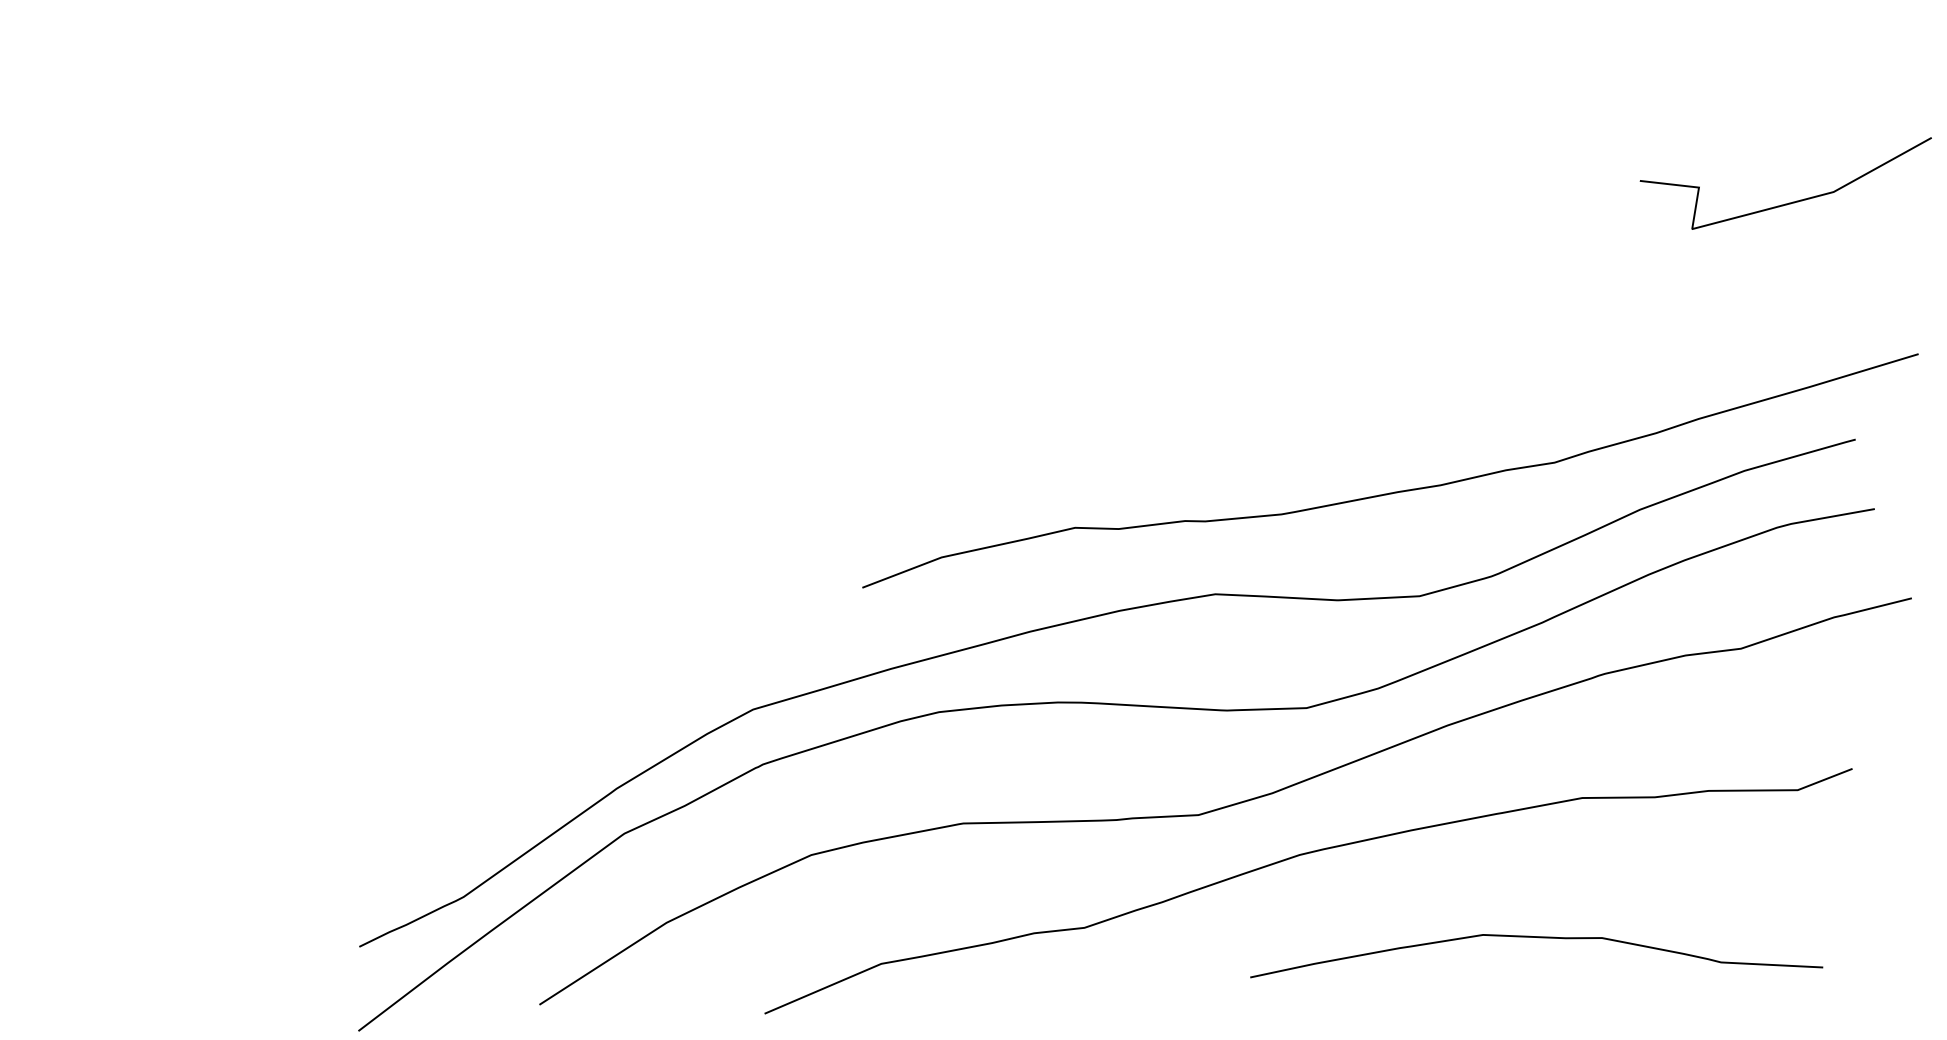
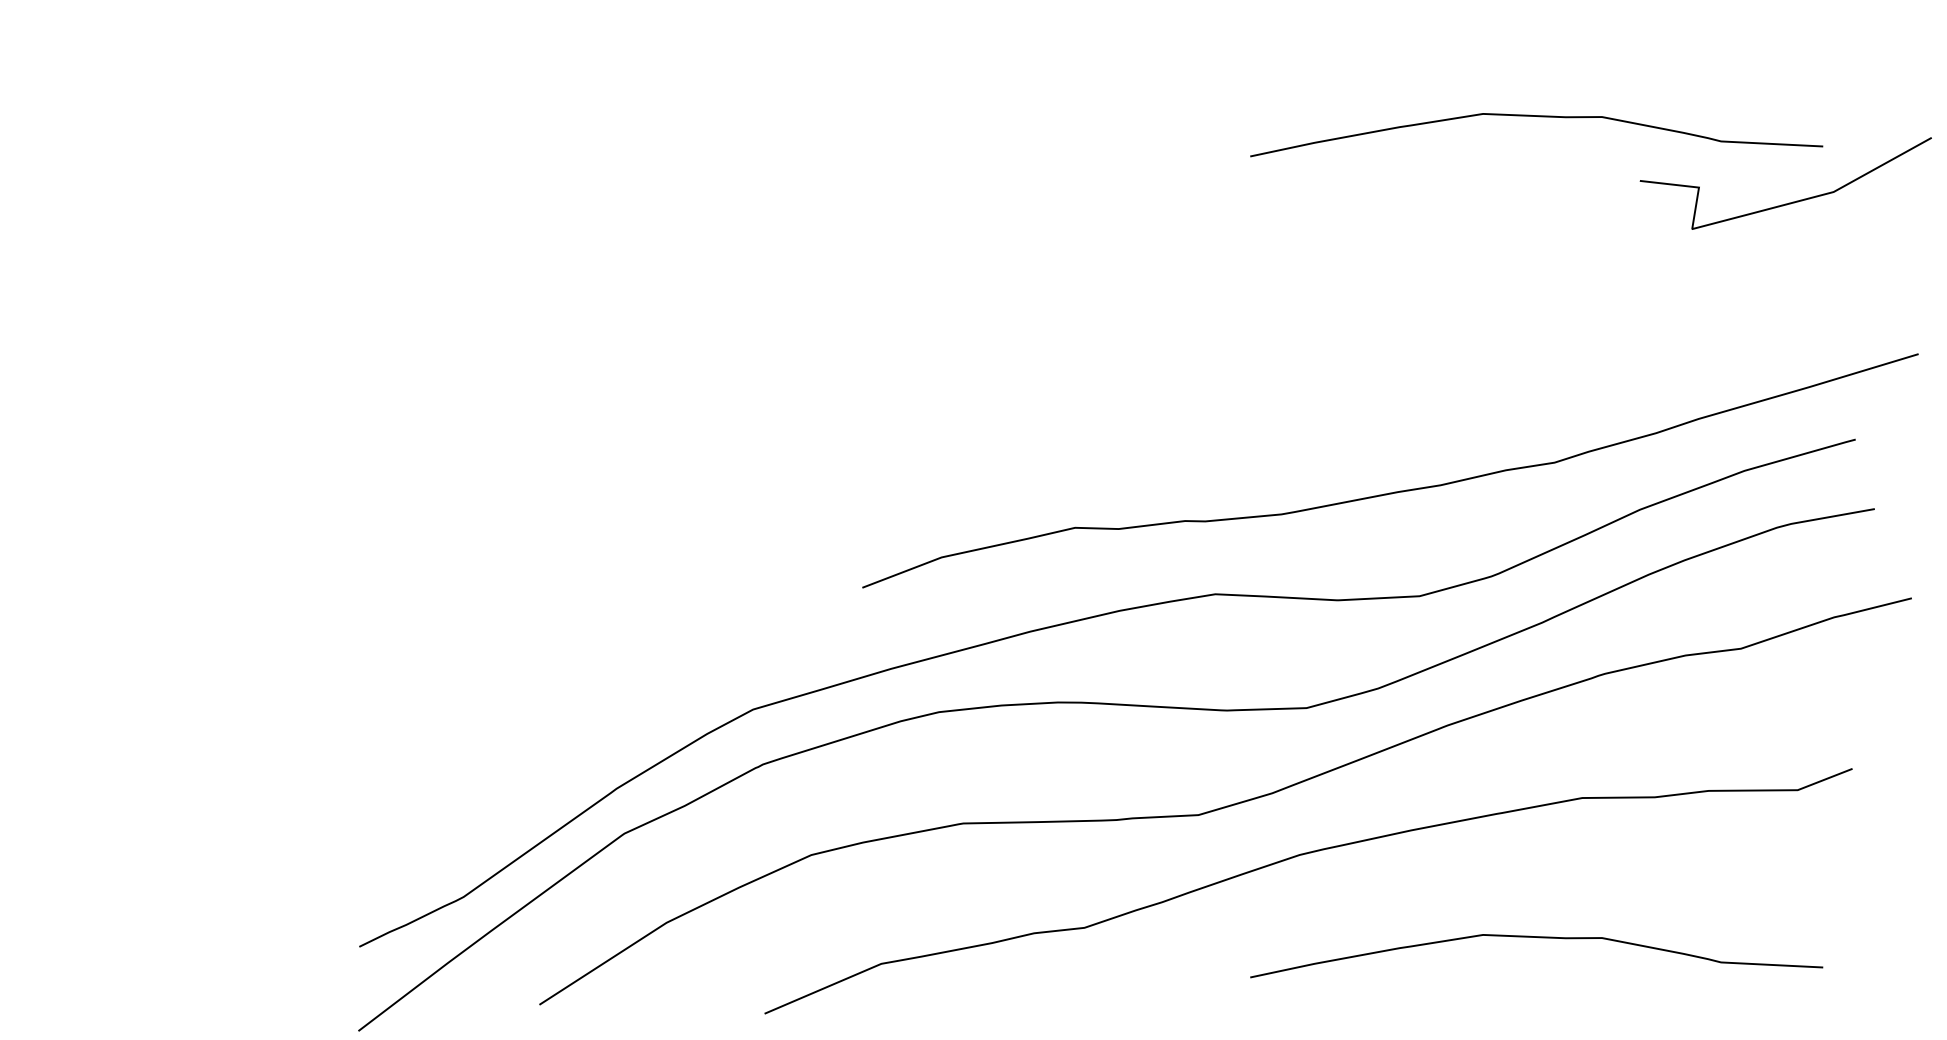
curve at (1538, 117): none -> present
